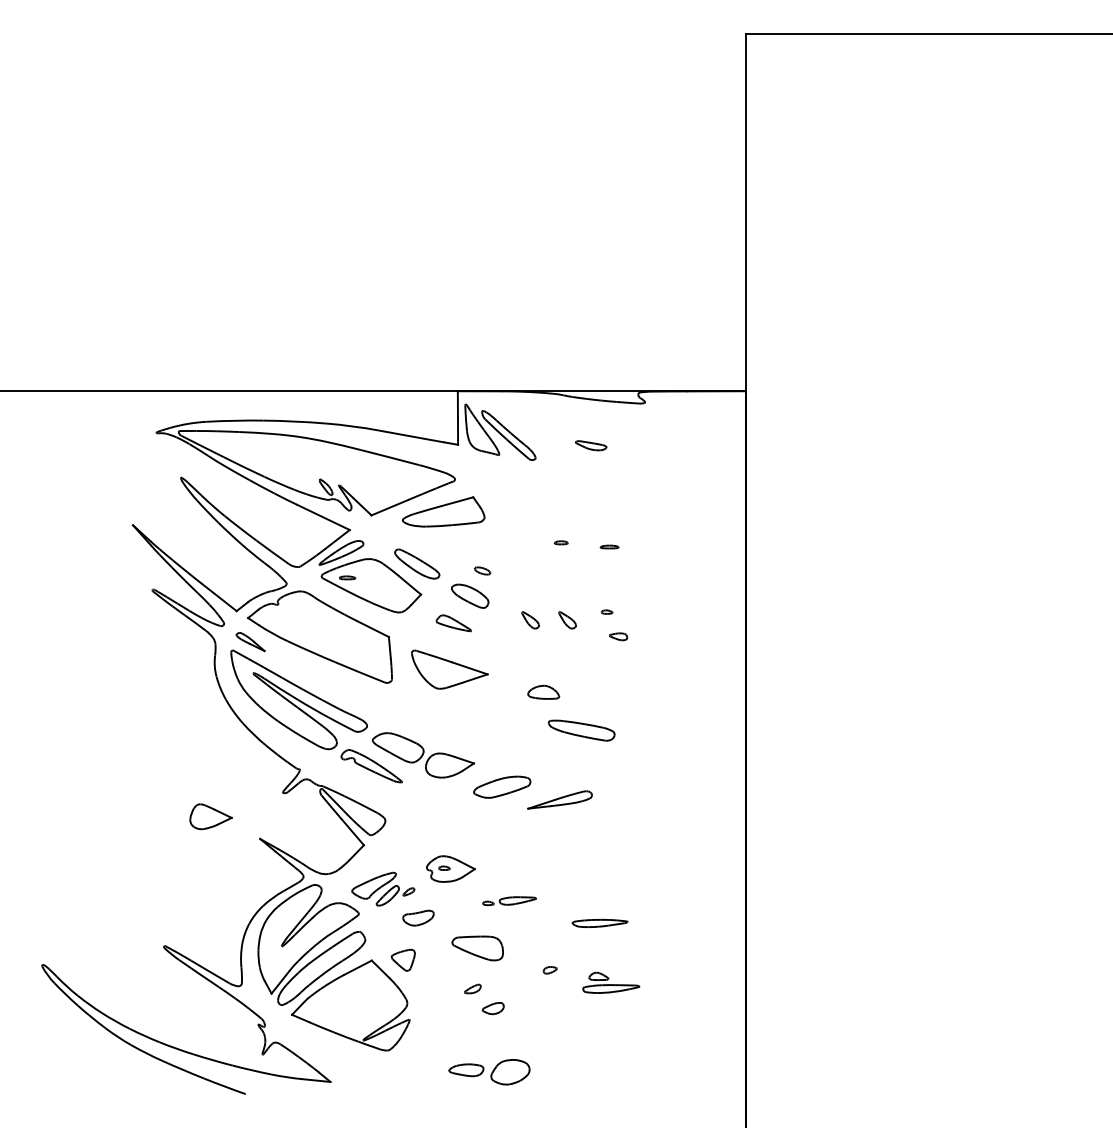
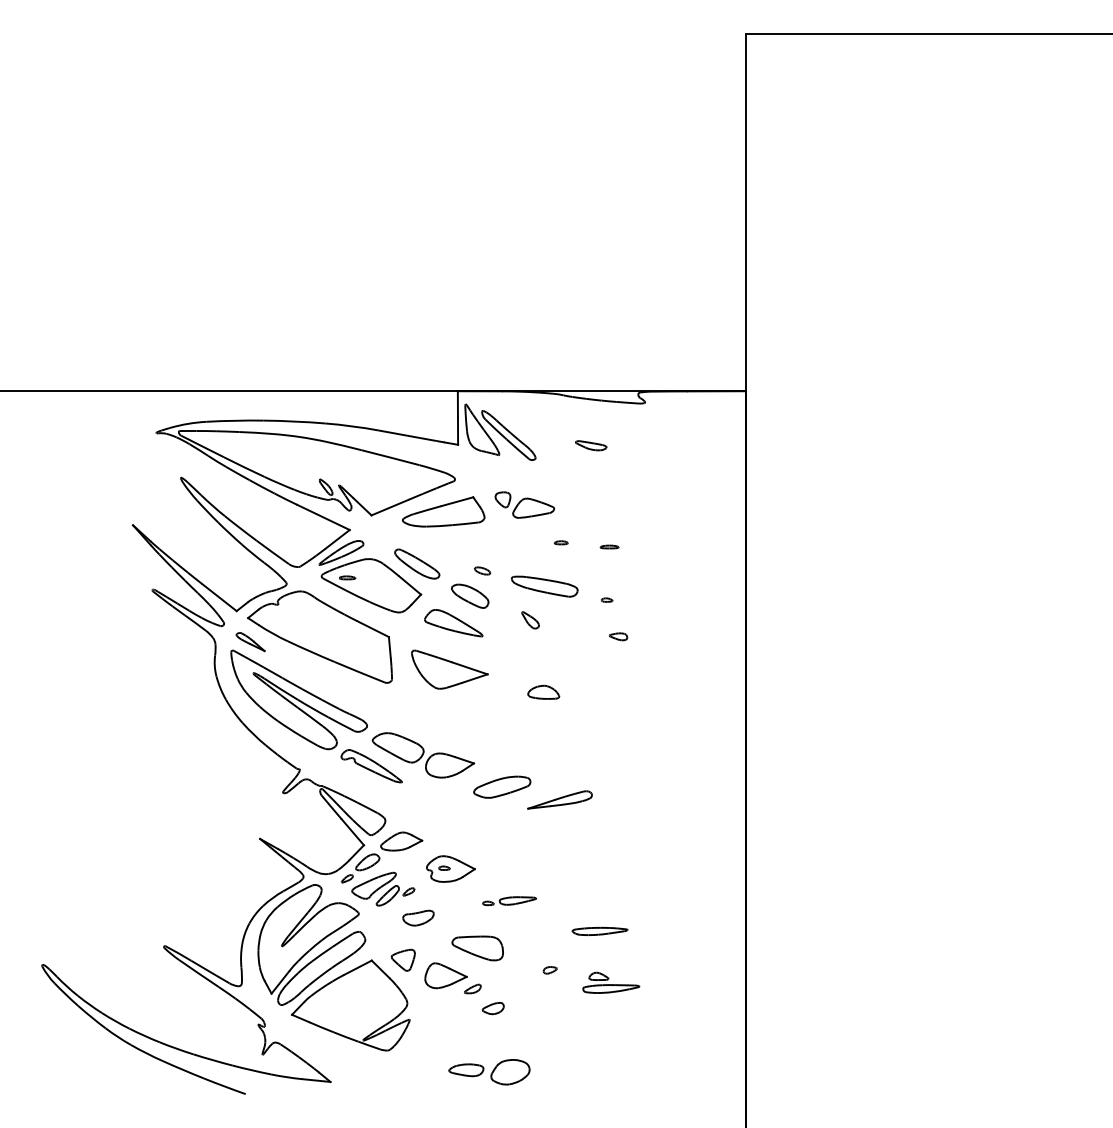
part at (524, 504): none -> present
part at (606, 611) position: (606, 611) -> (606, 599)
part at (567, 620): present -> none
part at (453, 623) size: 37x19 px -> 60x29 px
part at (581, 730) position: (581, 730) -> (544, 586)
part at (210, 816) position: (210, 816) -> (445, 975)
part at (381, 857): none -> present
part at (599, 923) position: (599, 923) -> (599, 931)
